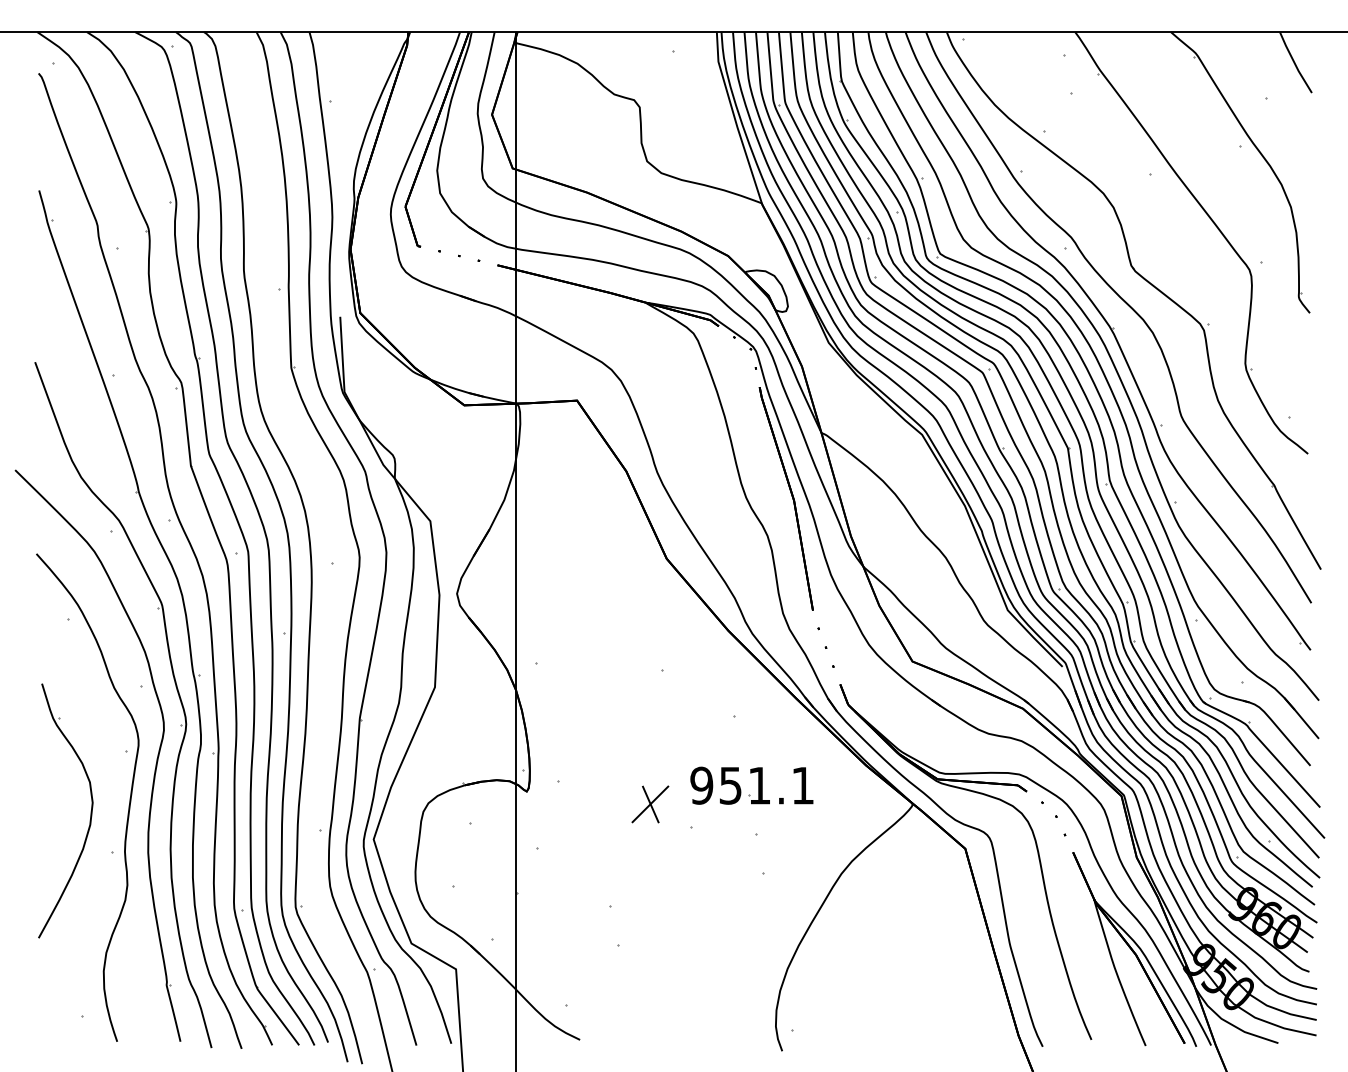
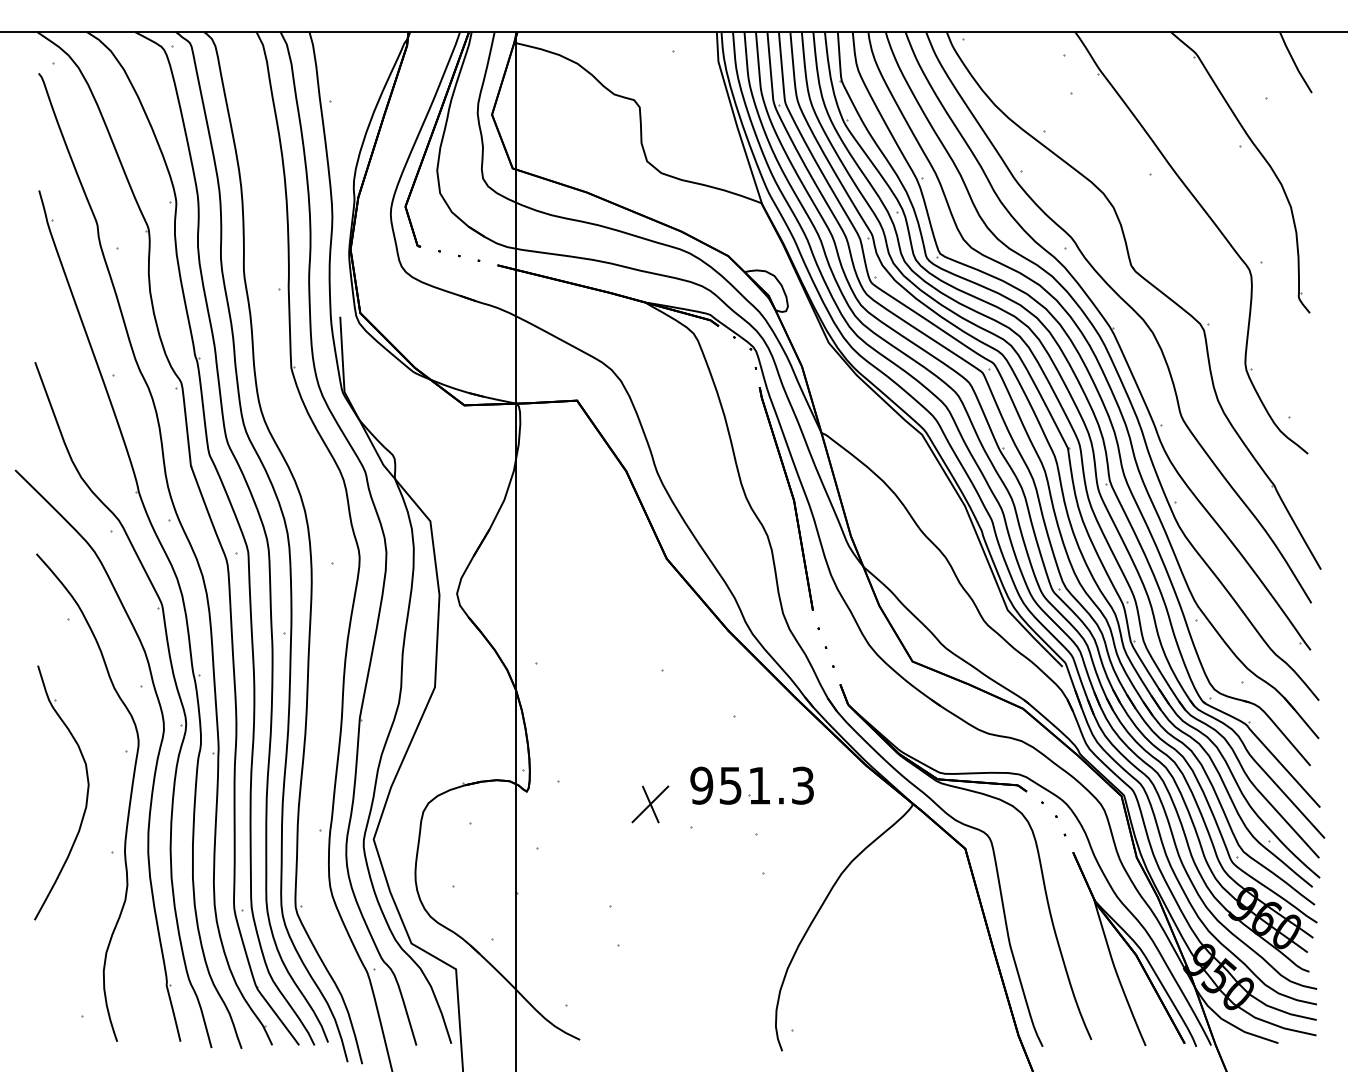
text at (802, 785): 951.1 -> 951.3
part at (90, 811) position: (90, 811) -> (86, 793)
